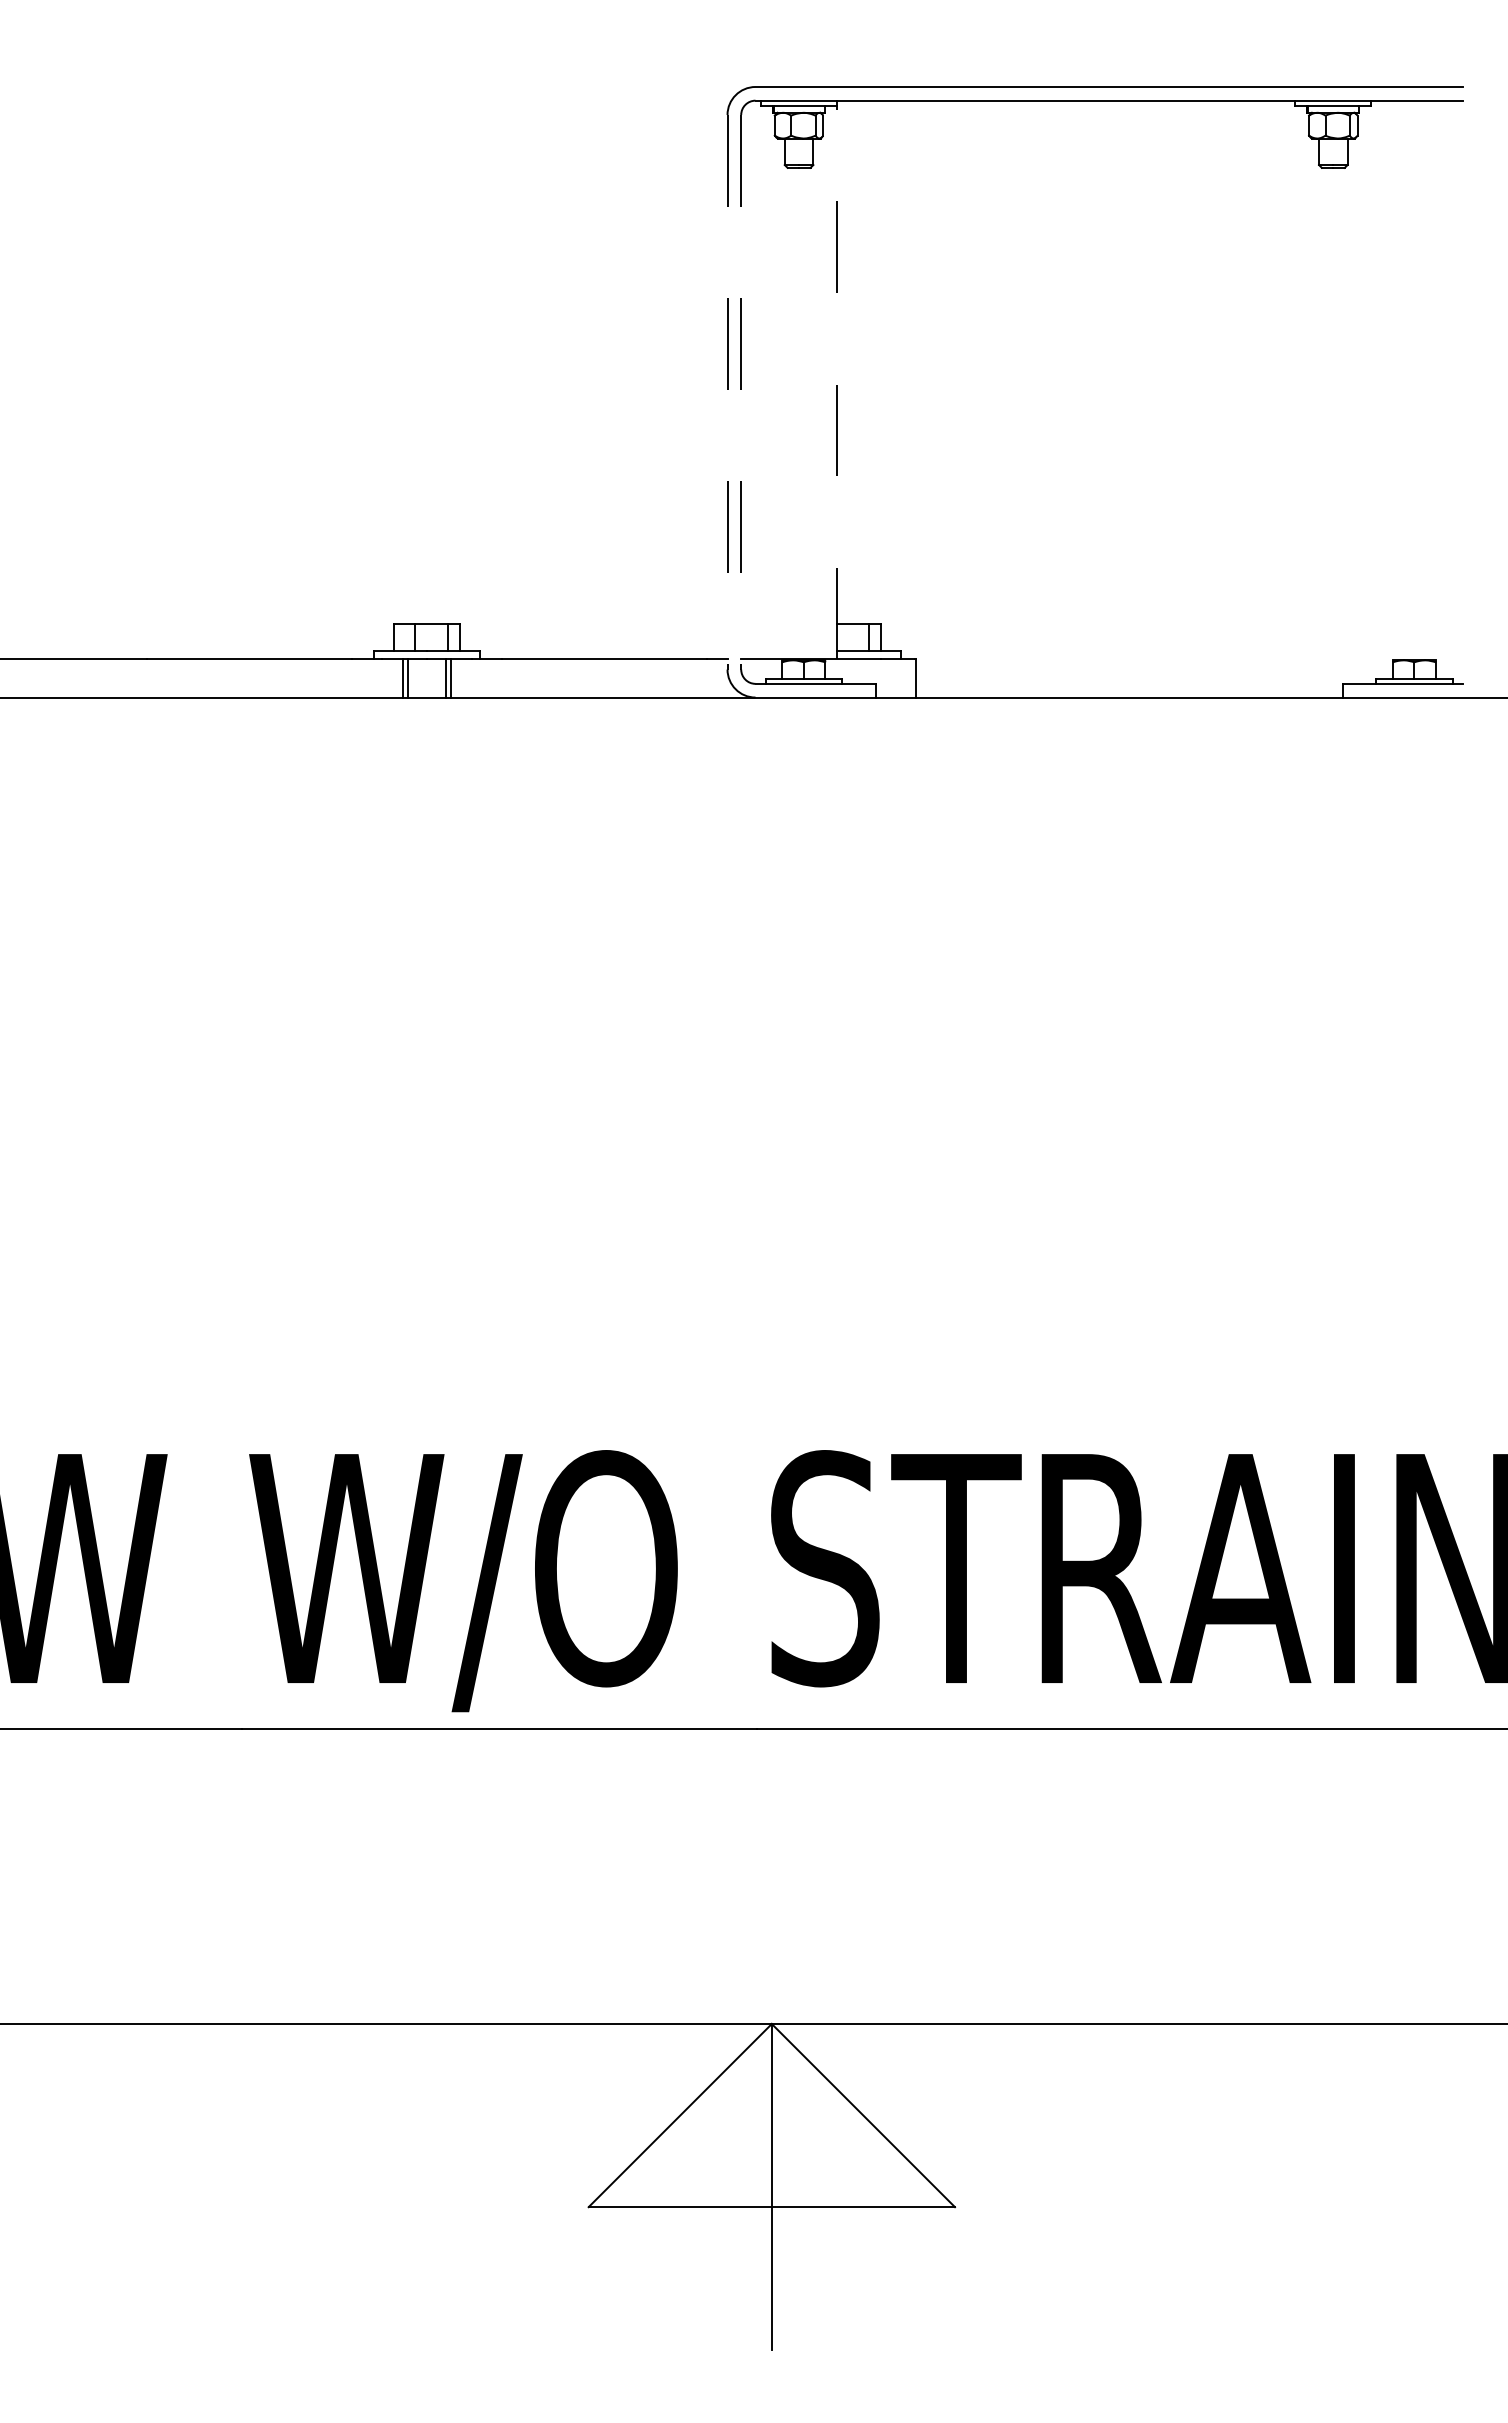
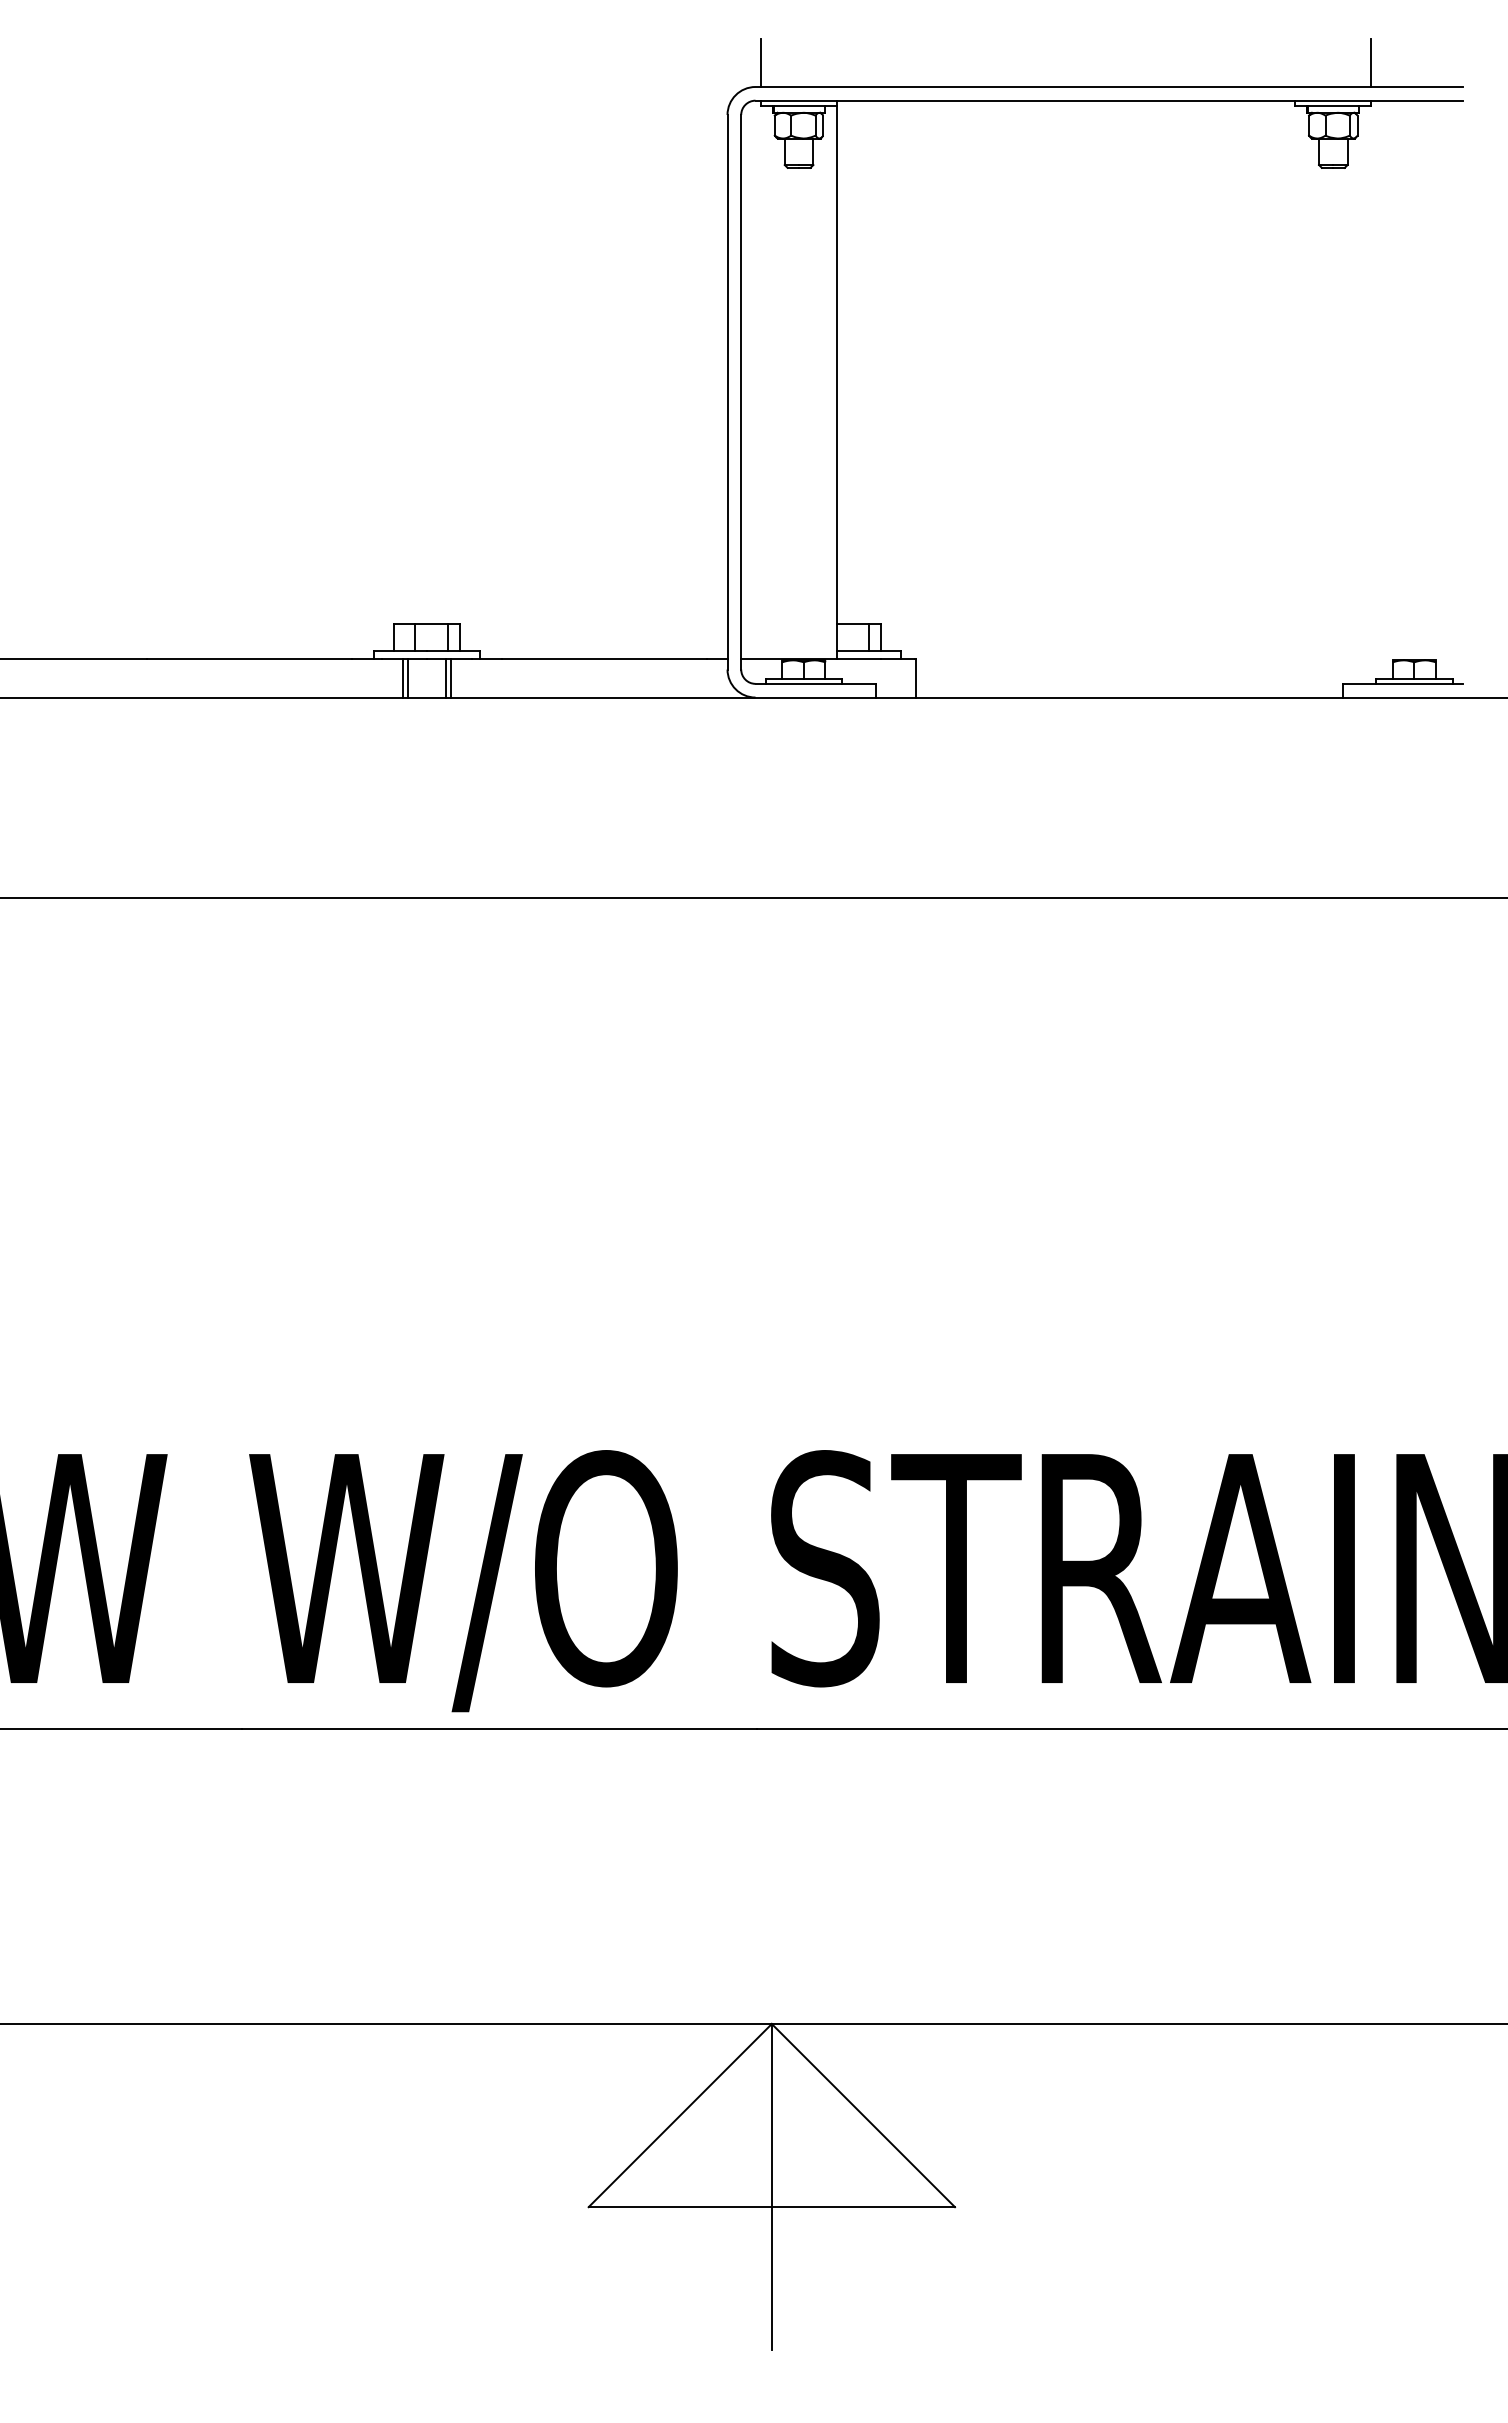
line at (760, 63): none -> present
line at (1371, 63): none -> present
line at (837, 382): dashed -> solid
line at (727, 392): dashed -> solid
line at (741, 392): dashed -> solid
line at (753, 897): none -> present
